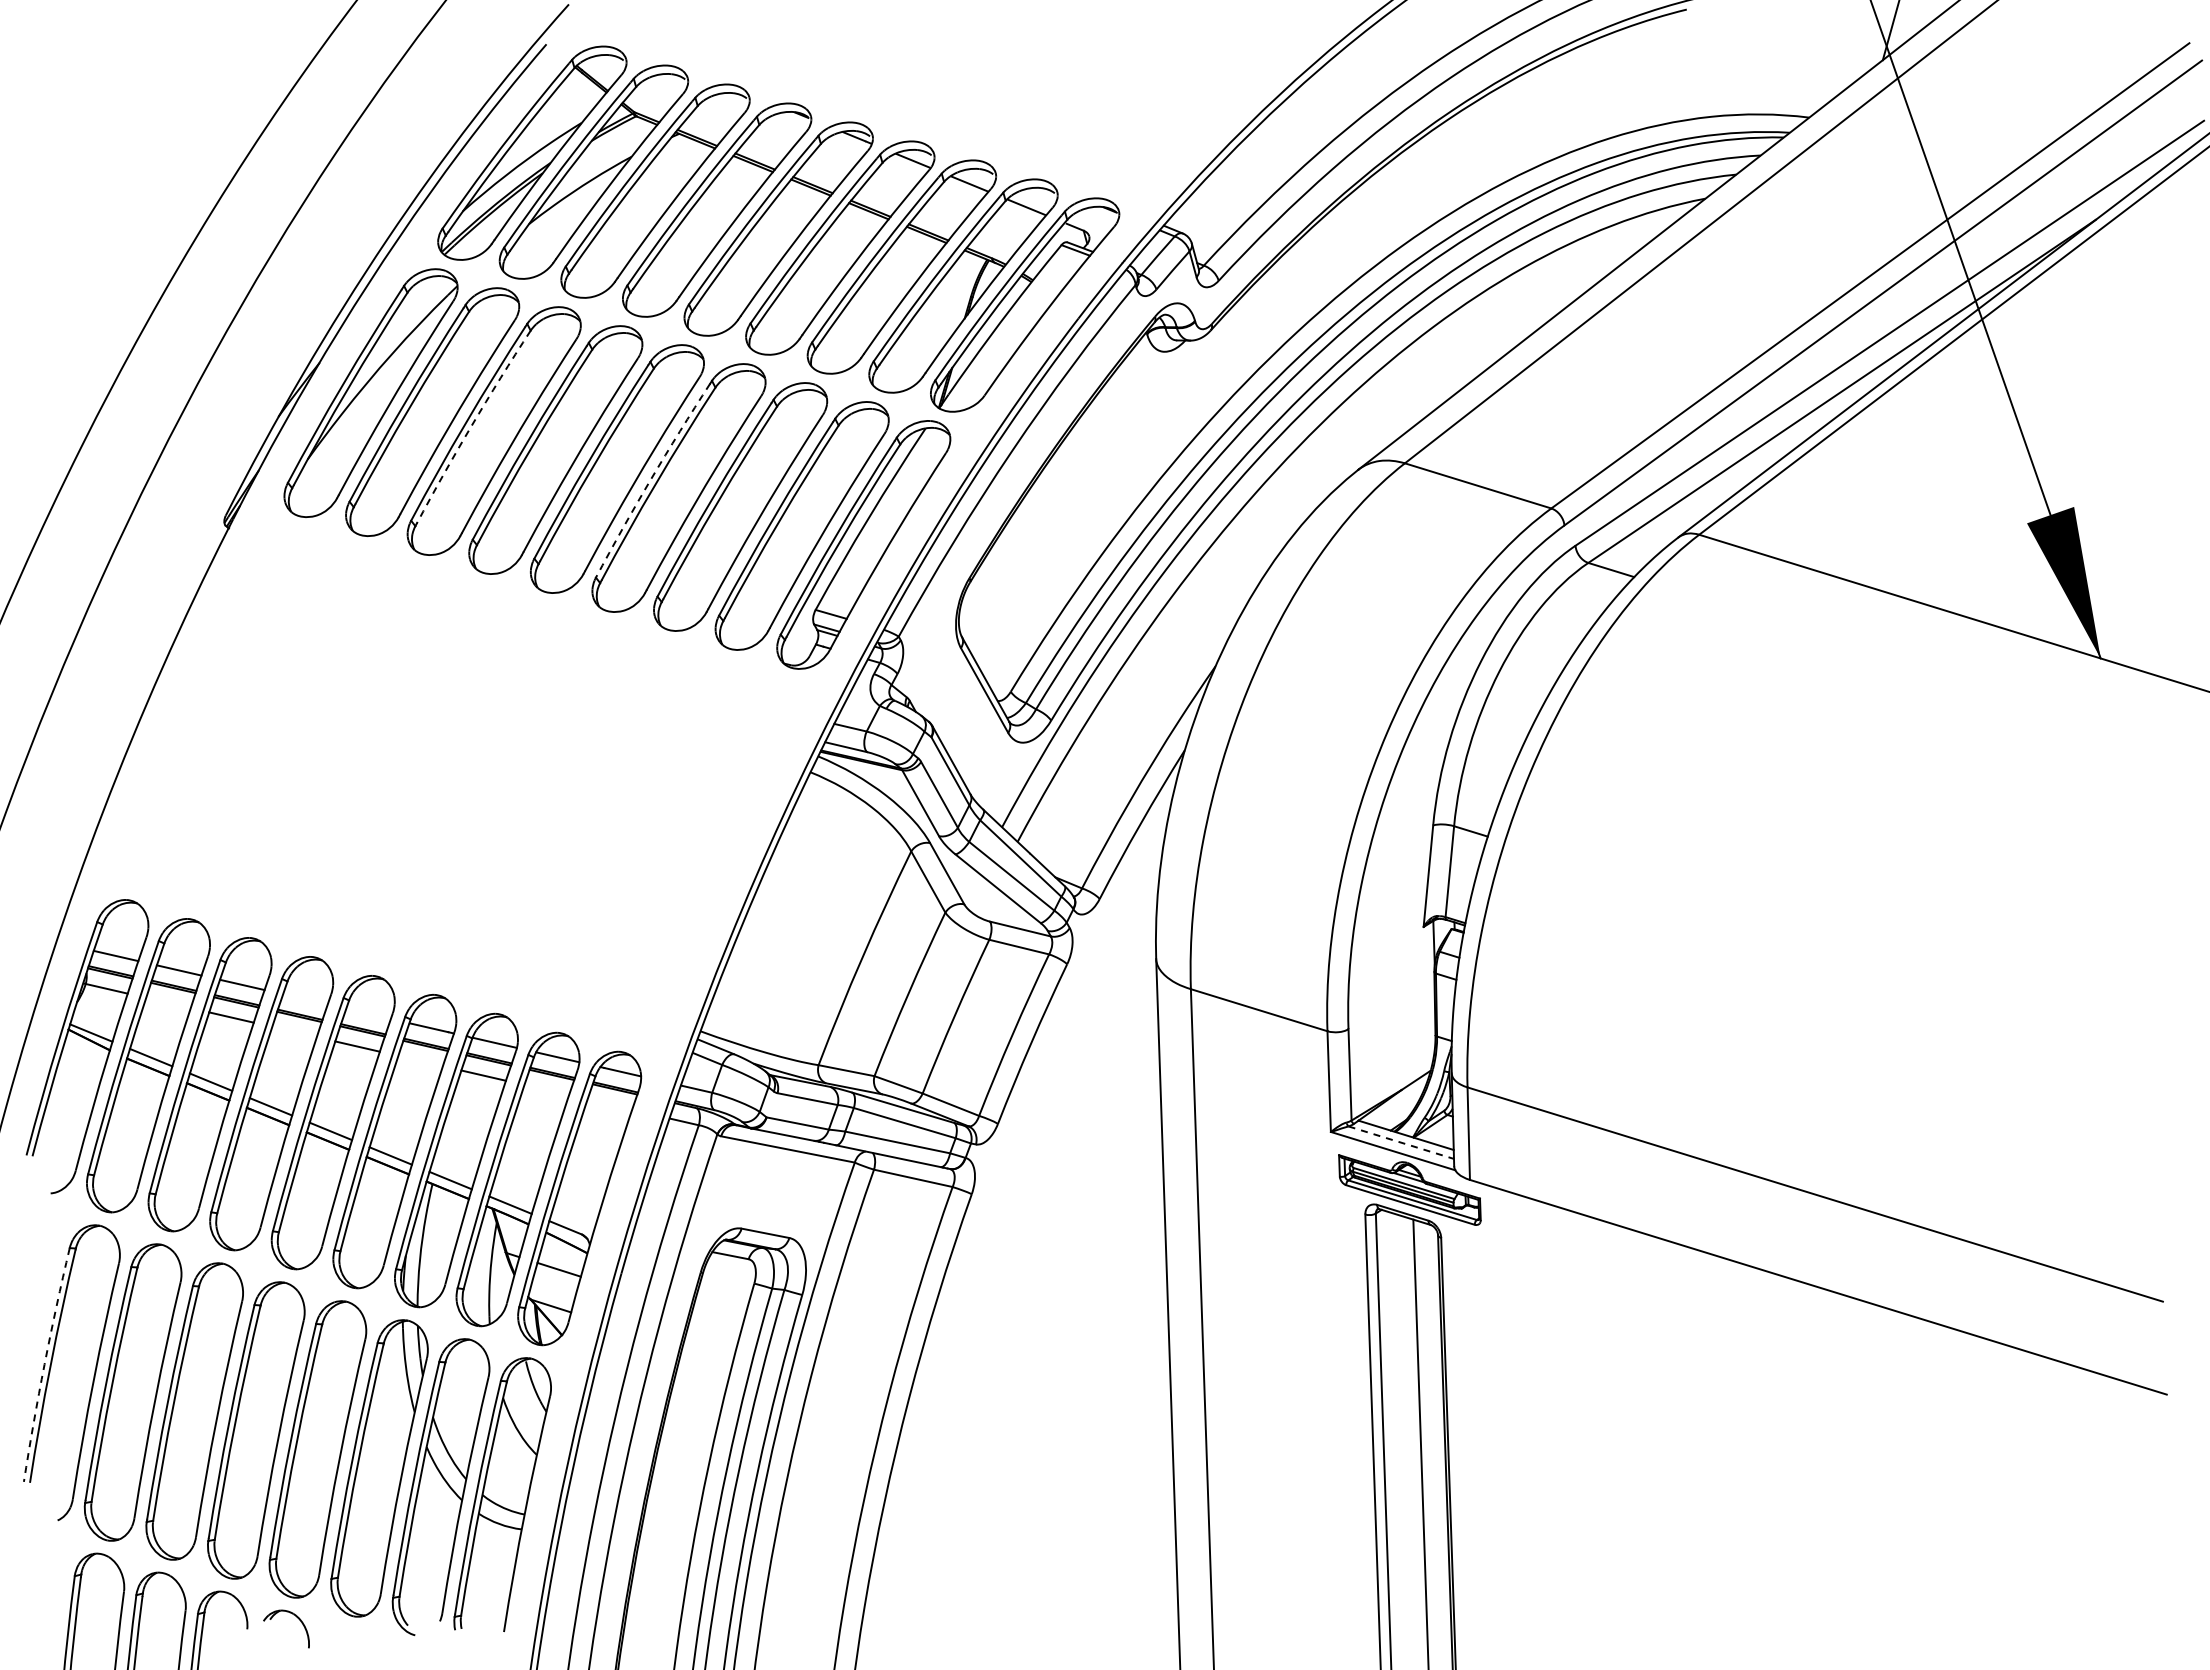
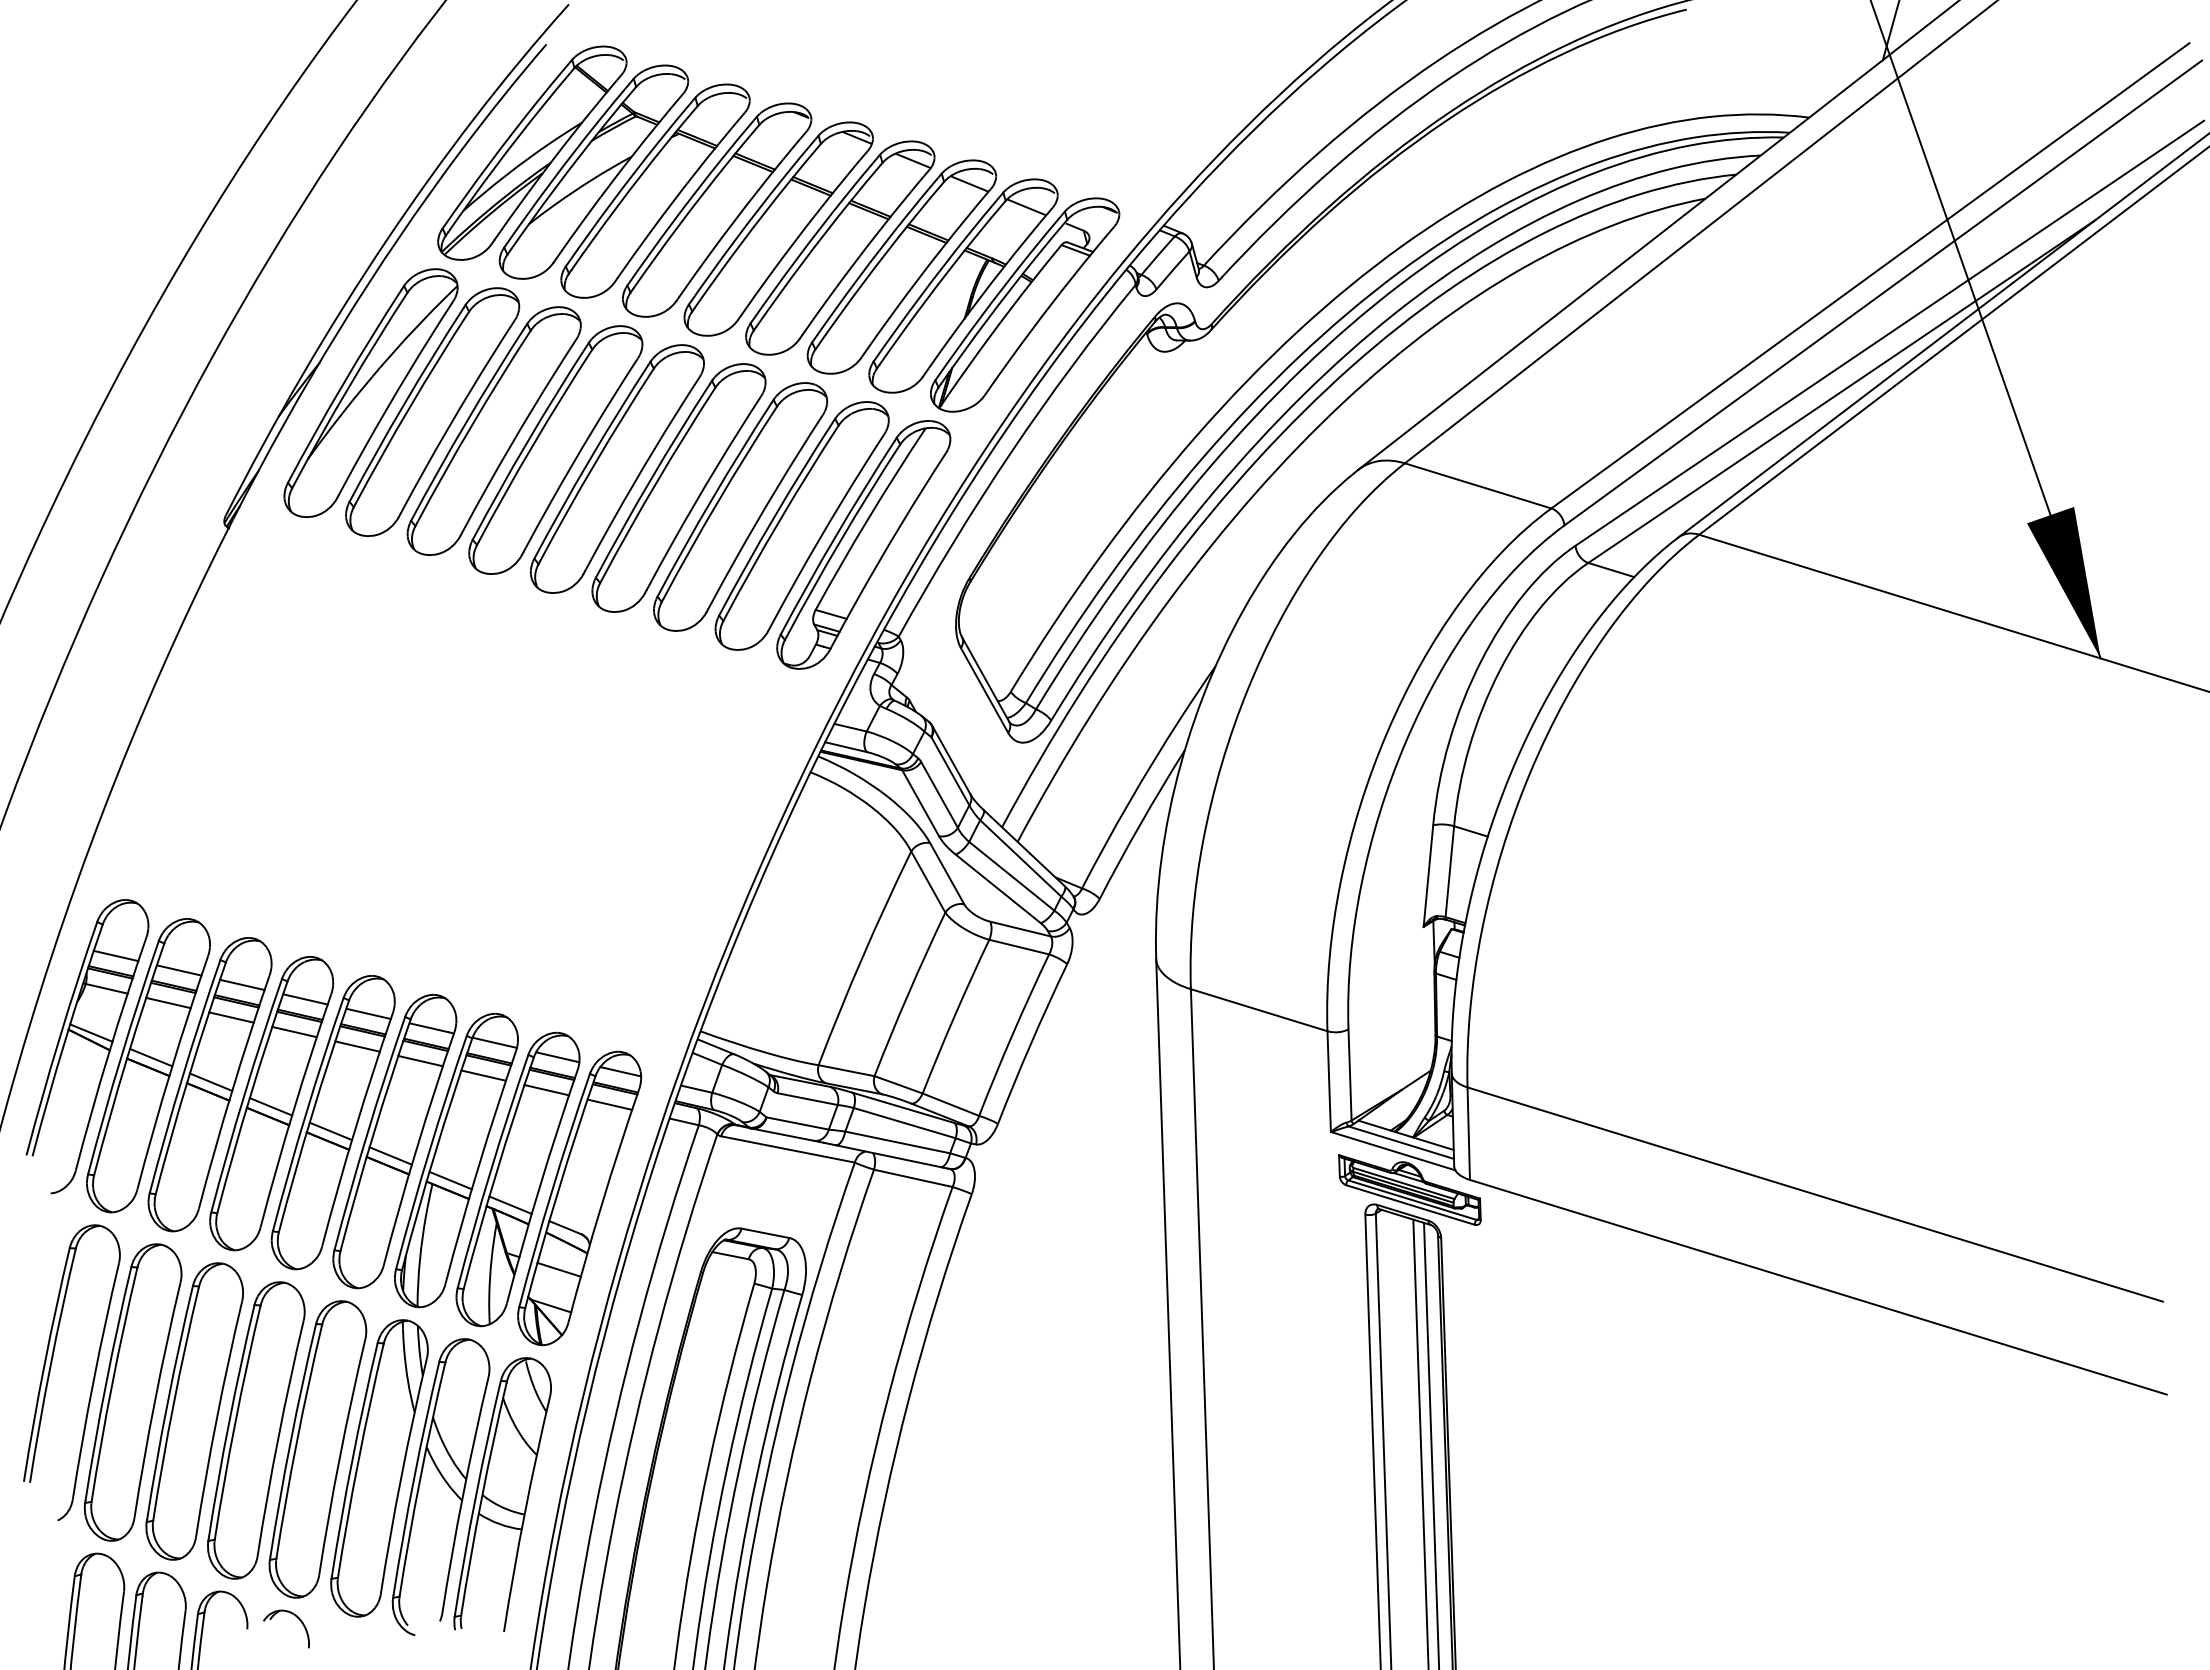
arc at (471, 425): dashed -> solid
arc at (650, 479): dashed -> solid
line at (305, 999): none -> present
line at (168, 1002): none -> present
line at (368, 1013): none -> present
line at (294, 1031): none -> present
line at (420, 1060): none -> present
line at (546, 1090): none -> present
line at (609, 1104): none -> present
line at (1401, 1142): dashed -> solid
arc at (44, 1364): dashed -> solid
line at (1431, 1444): none -> present
